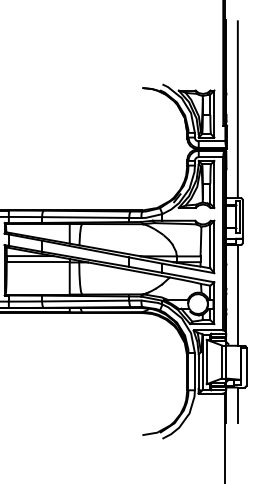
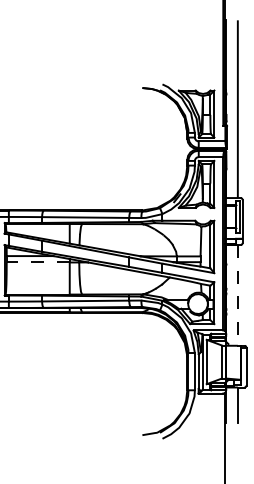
line at (38, 262): solid -> dashed
line at (237, 295): solid -> dashed
